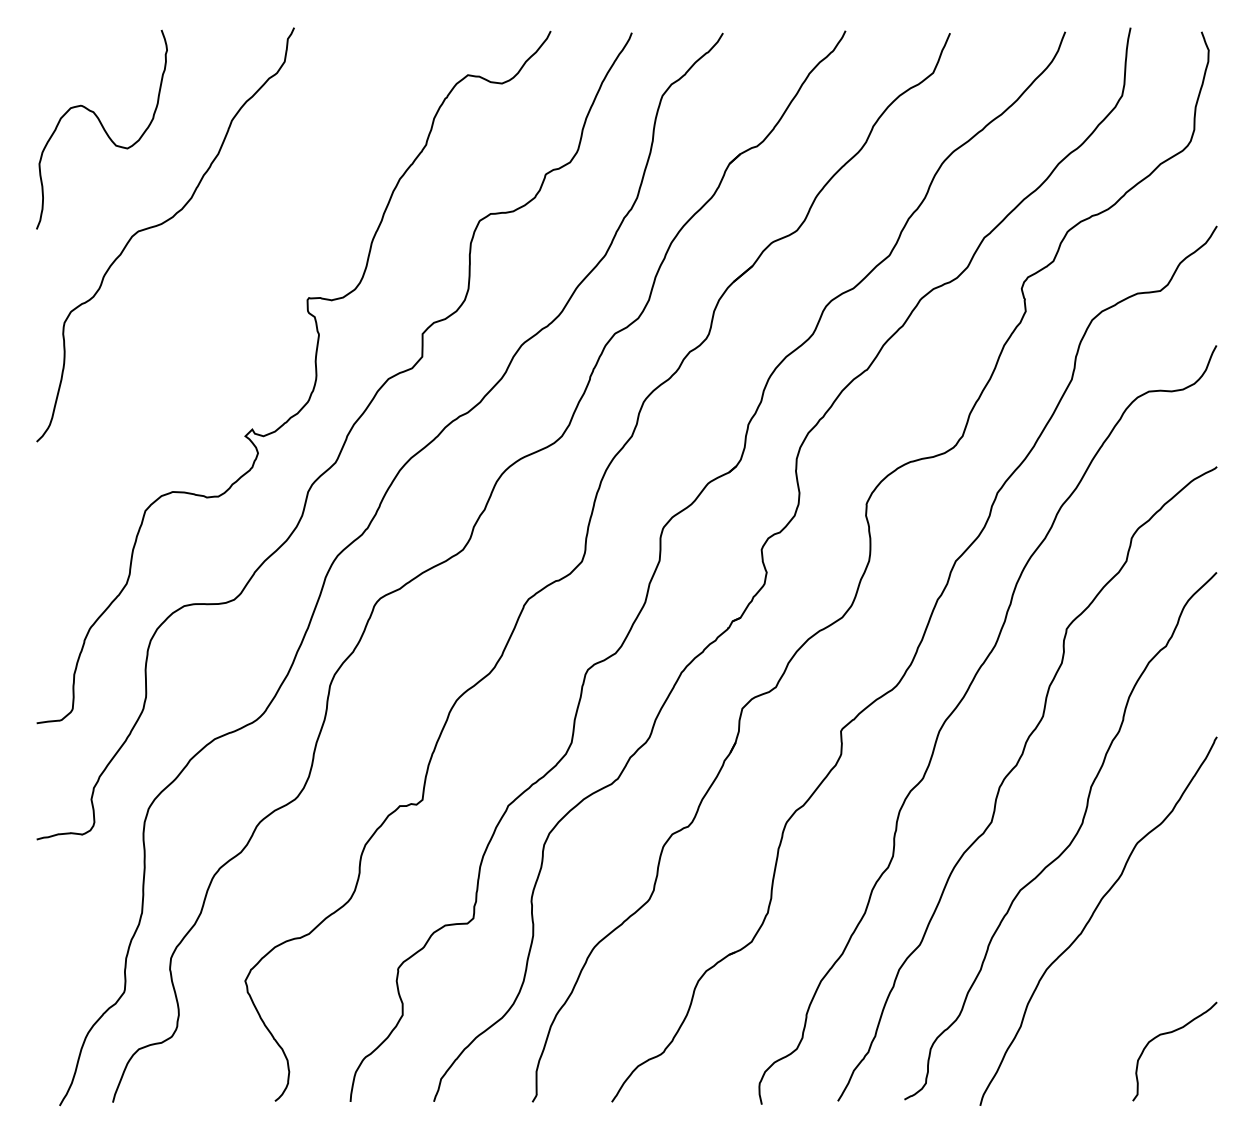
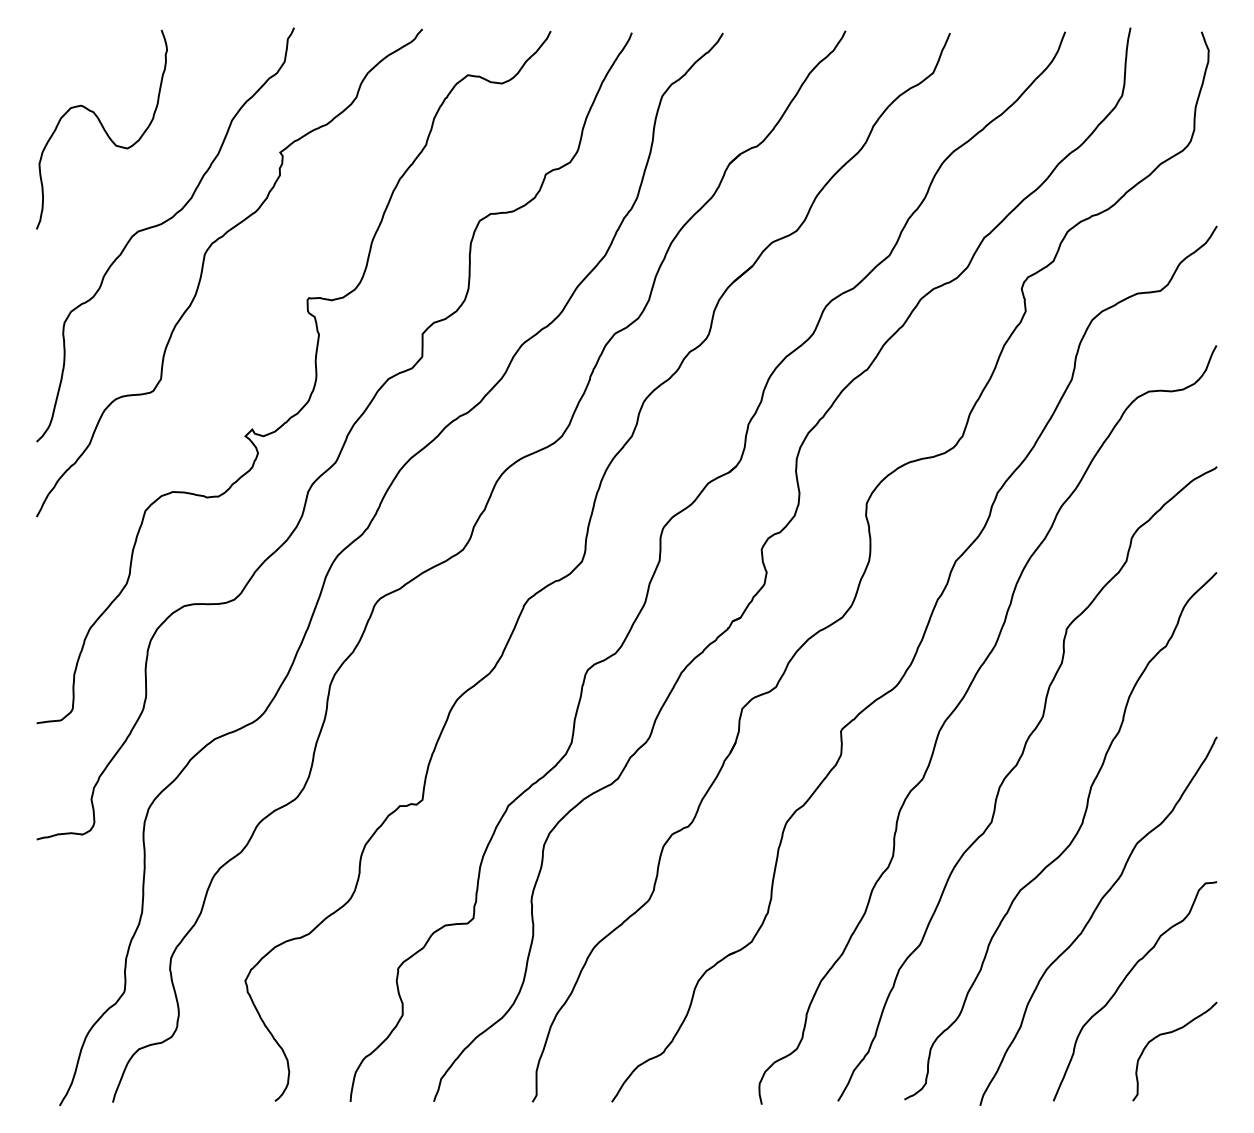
curve at (203, 269): none -> present
curve at (1123, 982): none -> present
